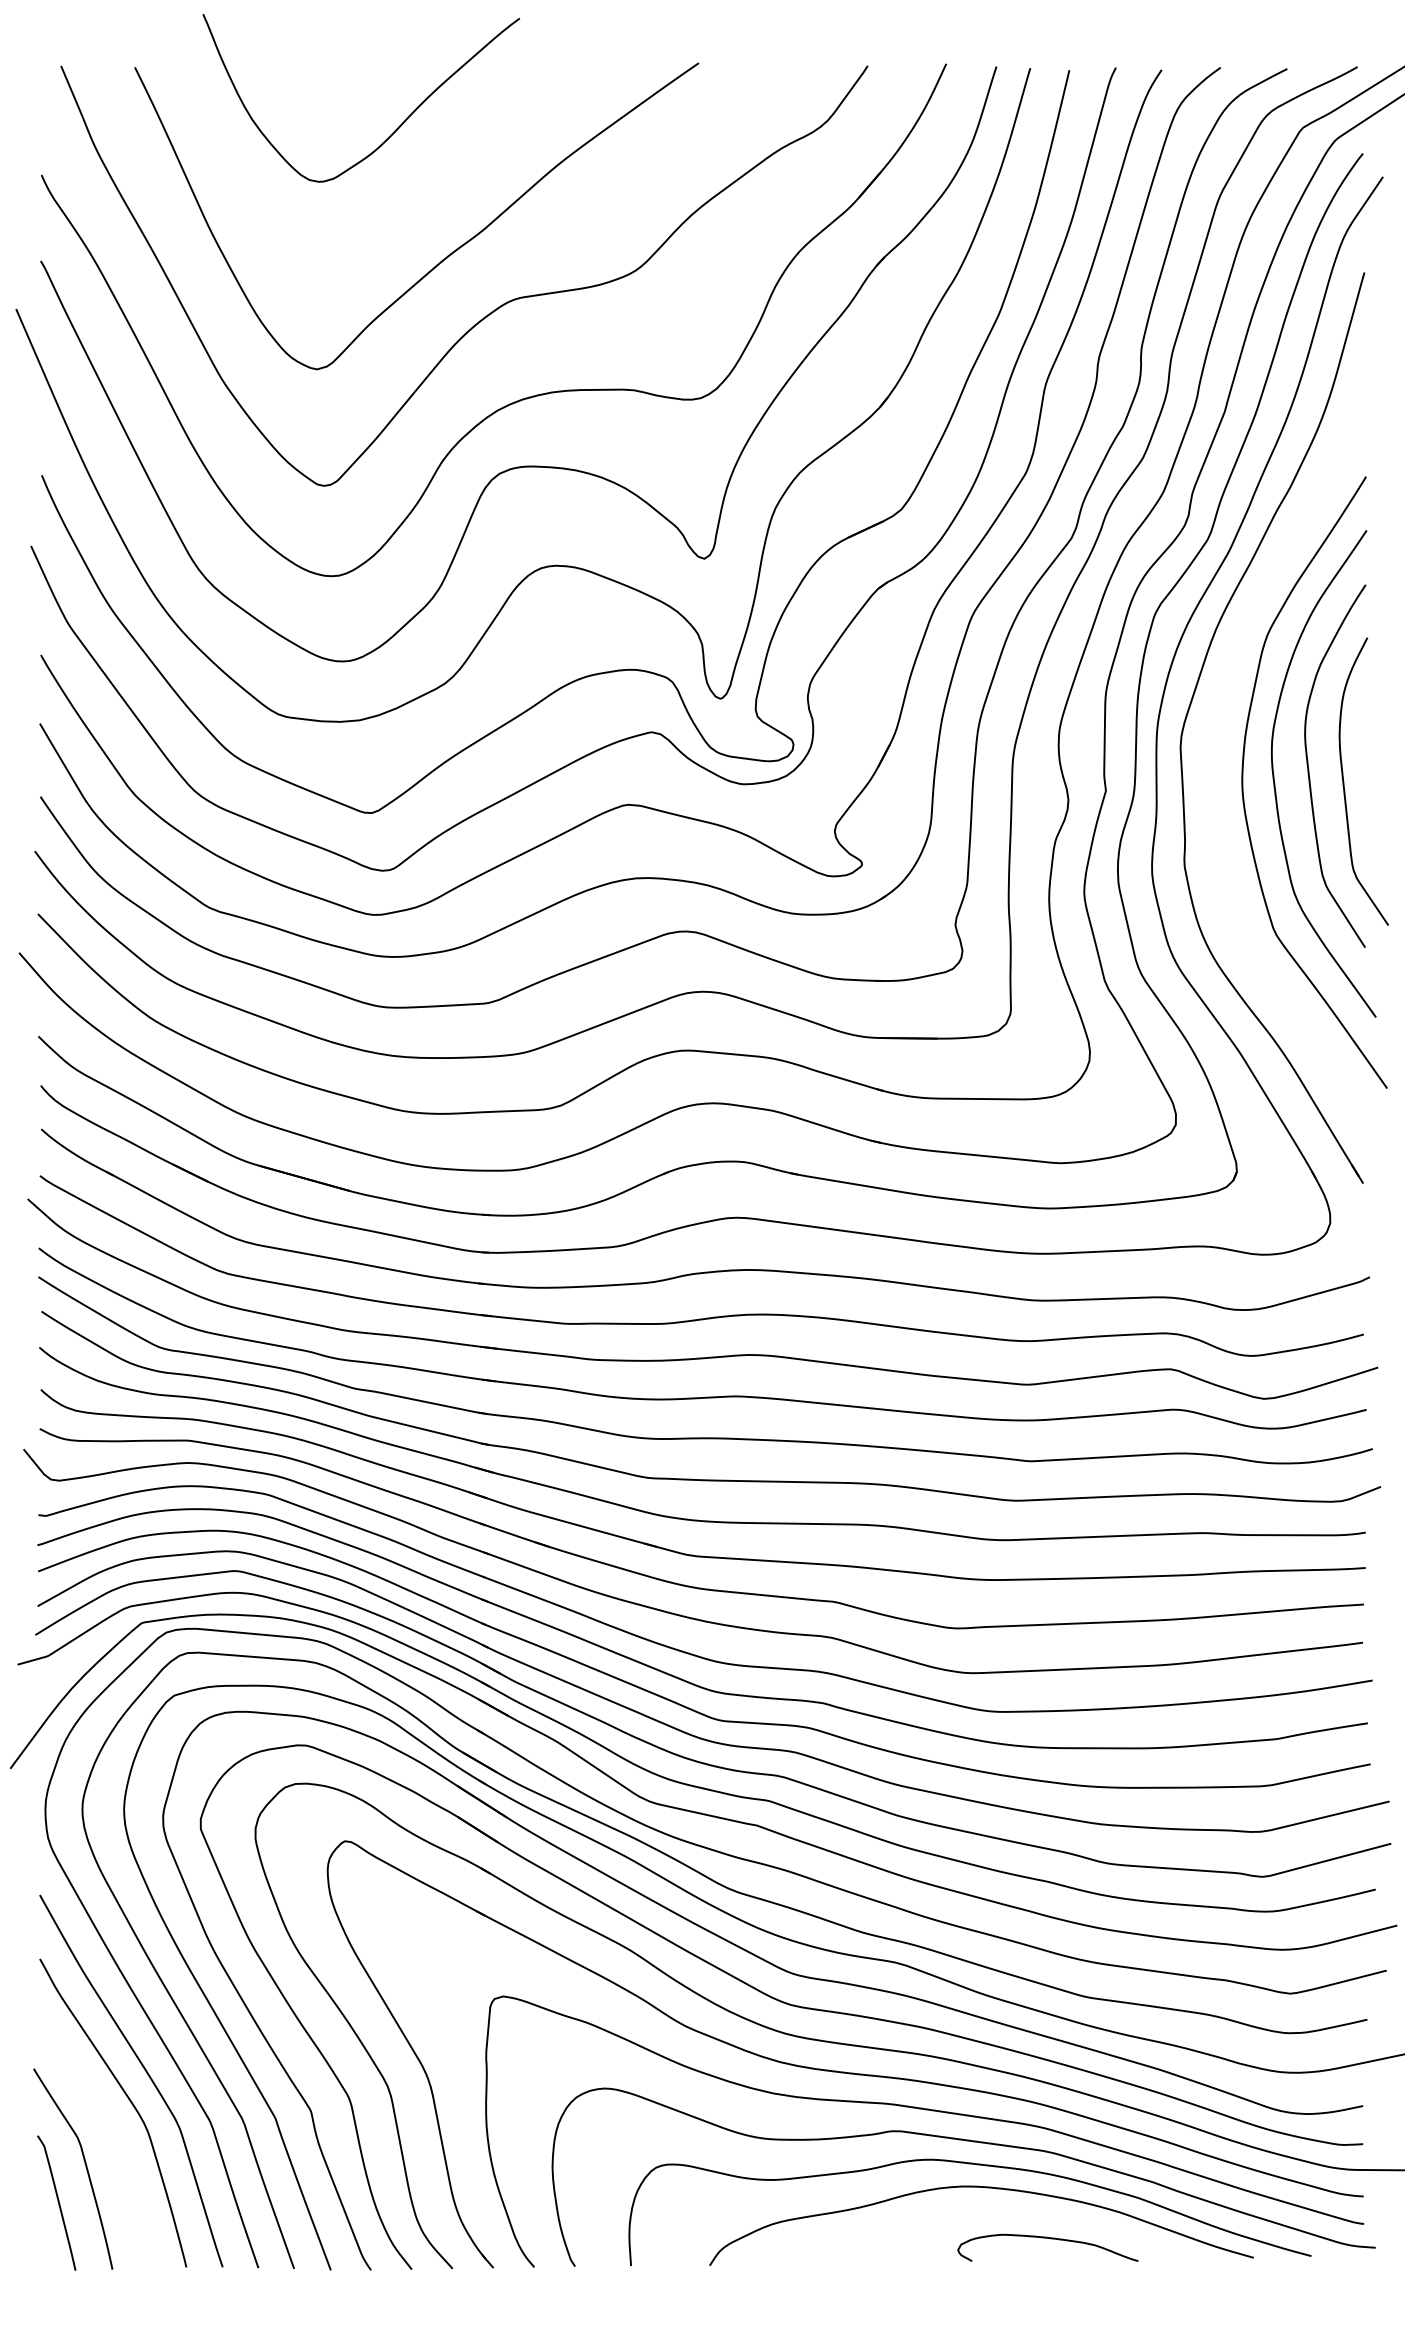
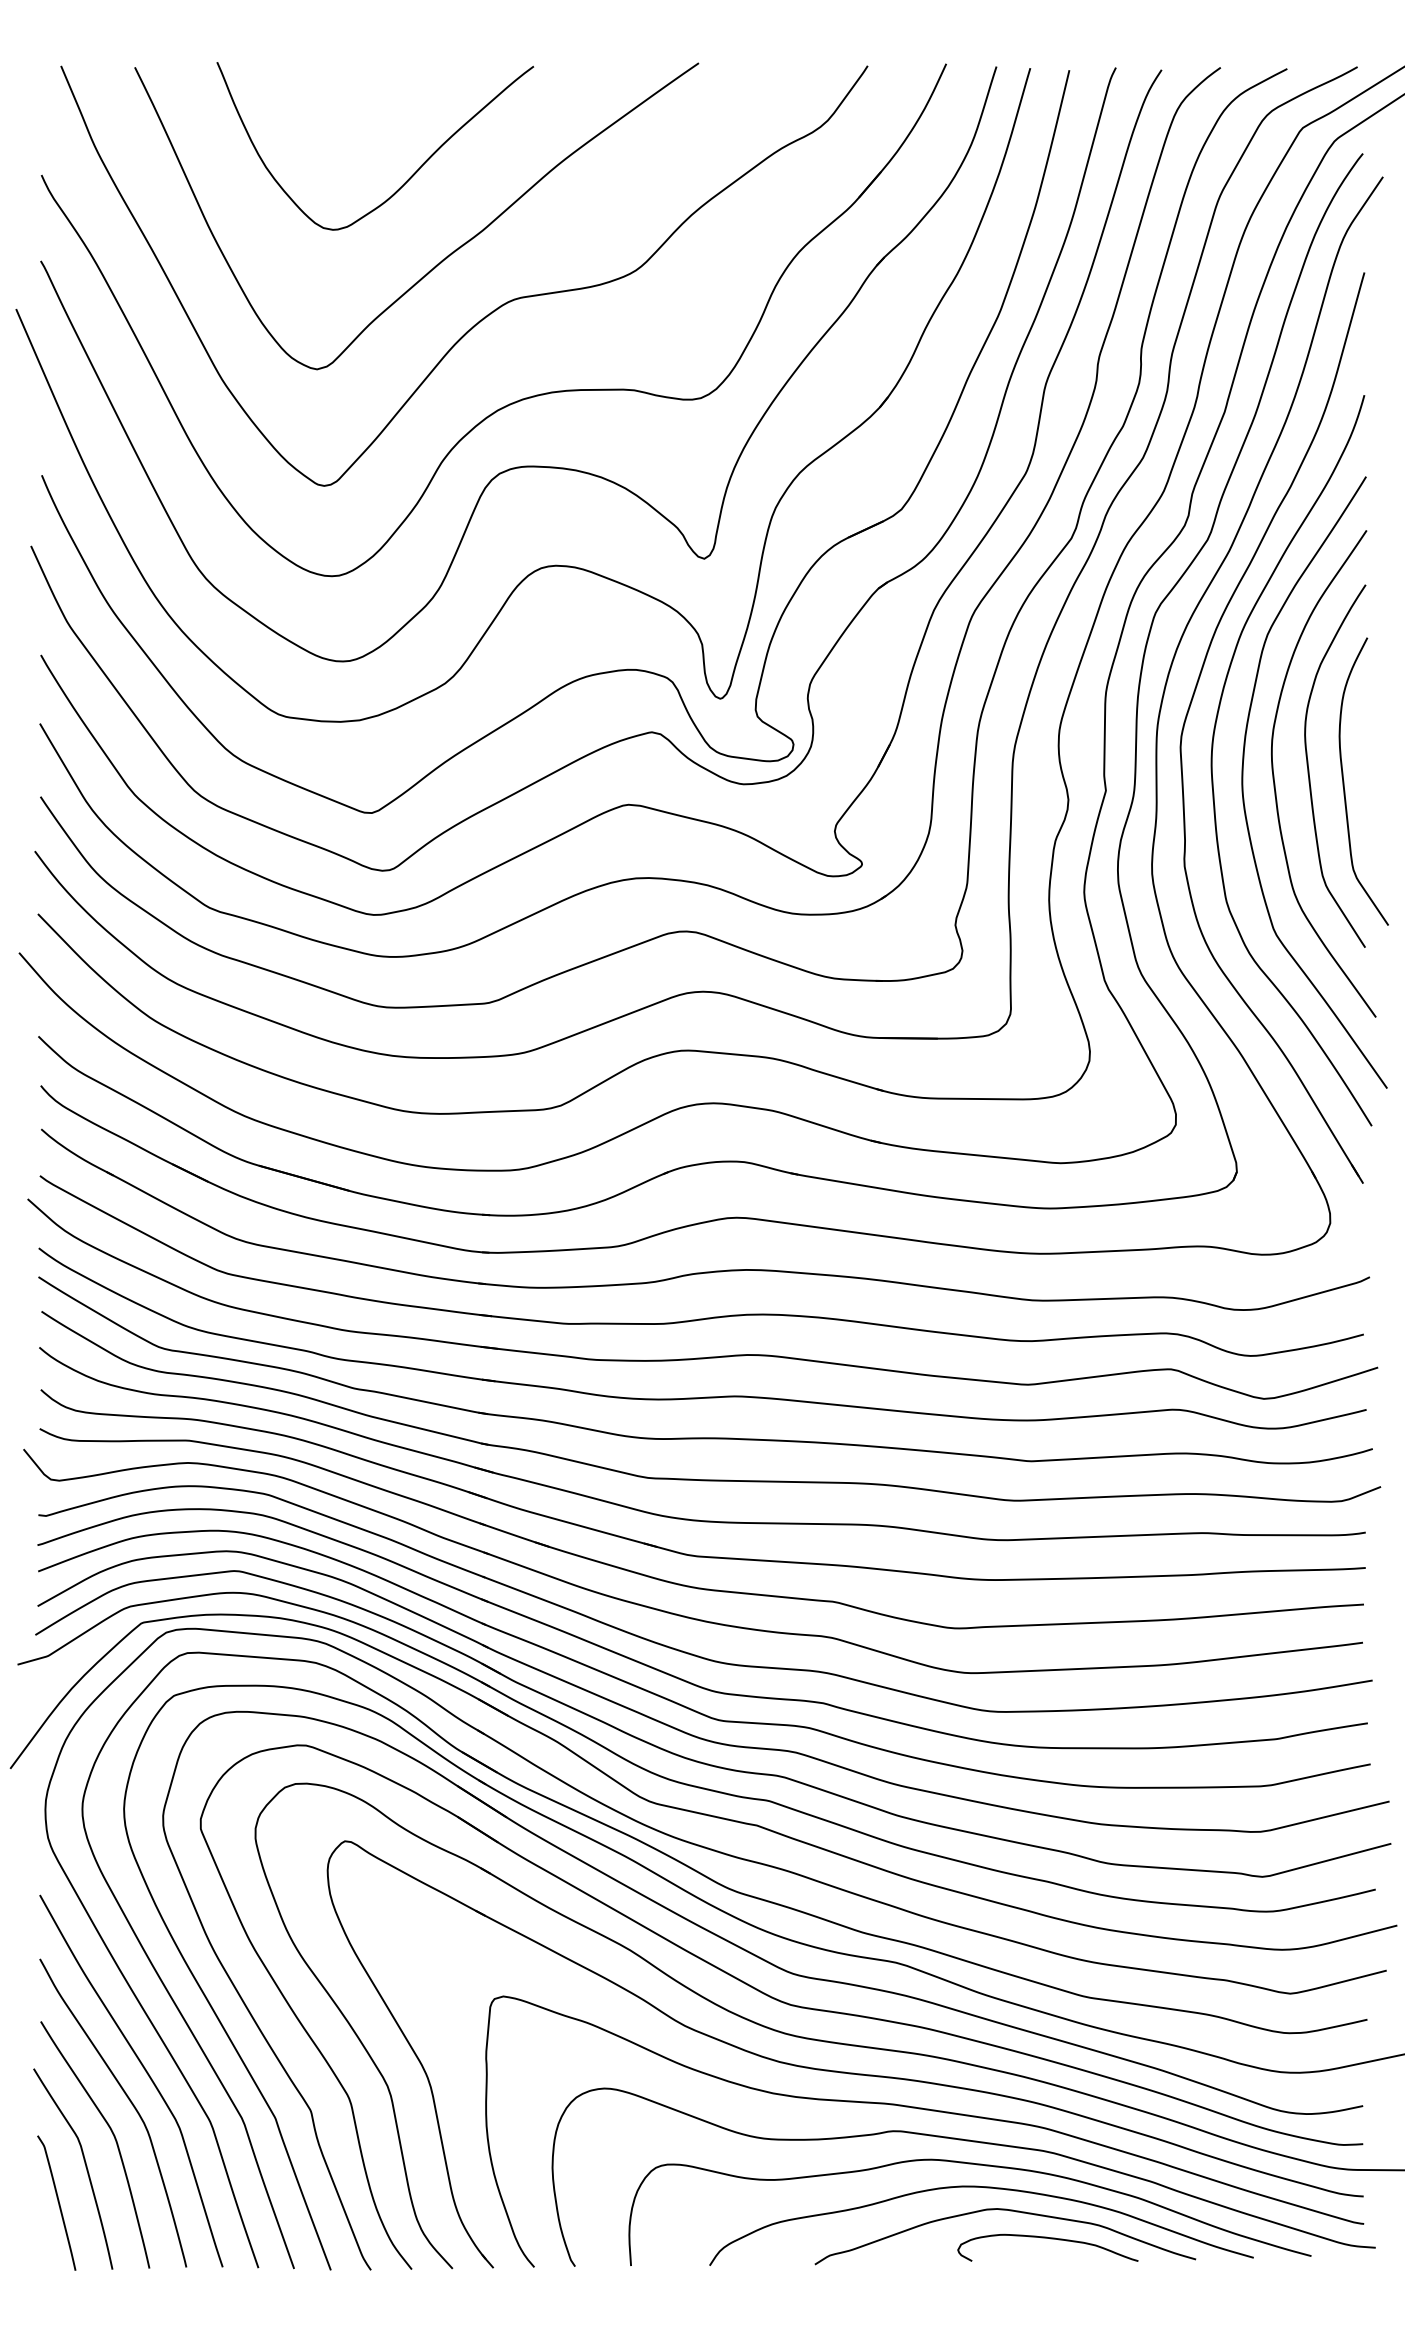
curve at (394, 130) position: (394, 130) -> (408, 178)
curve at (1213, 748): none -> present
curve at (114, 2139): none -> present
curve at (1009, 2211): none -> present
